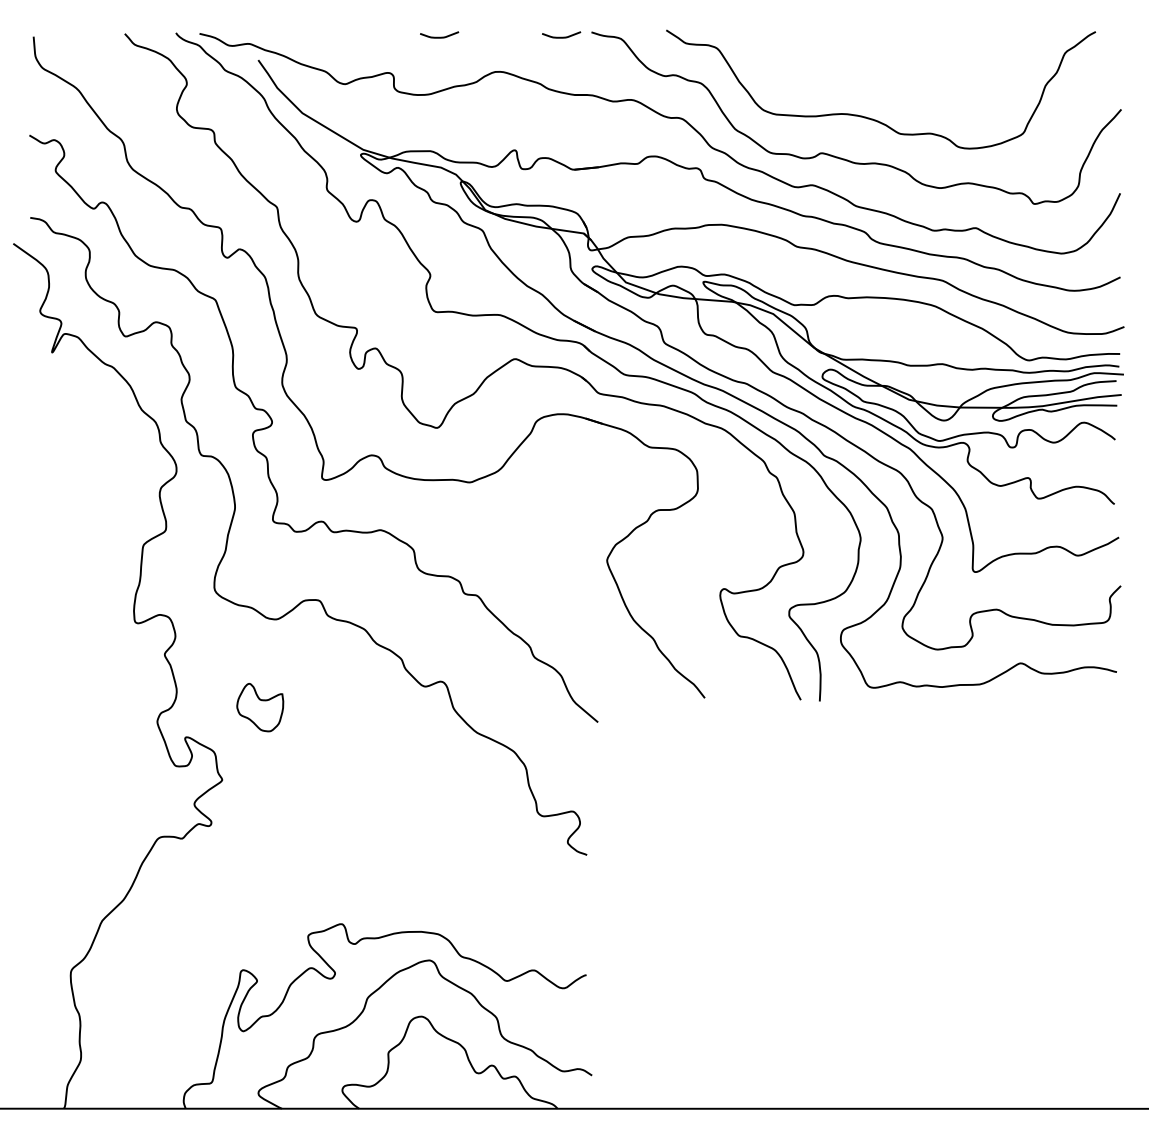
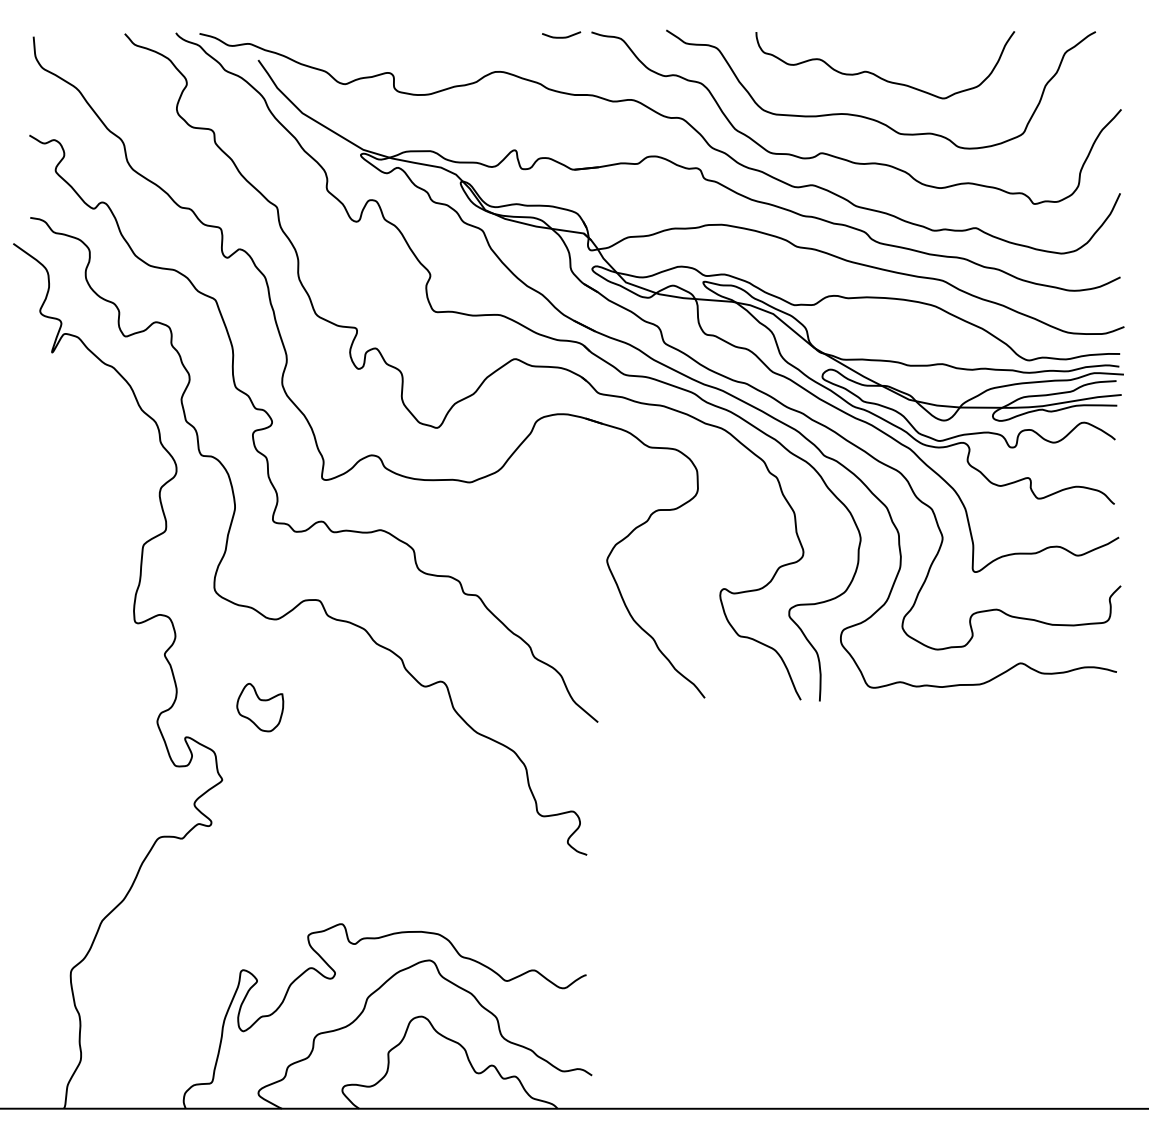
curve at (439, 36): present -> none
curve at (878, 75): none -> present
